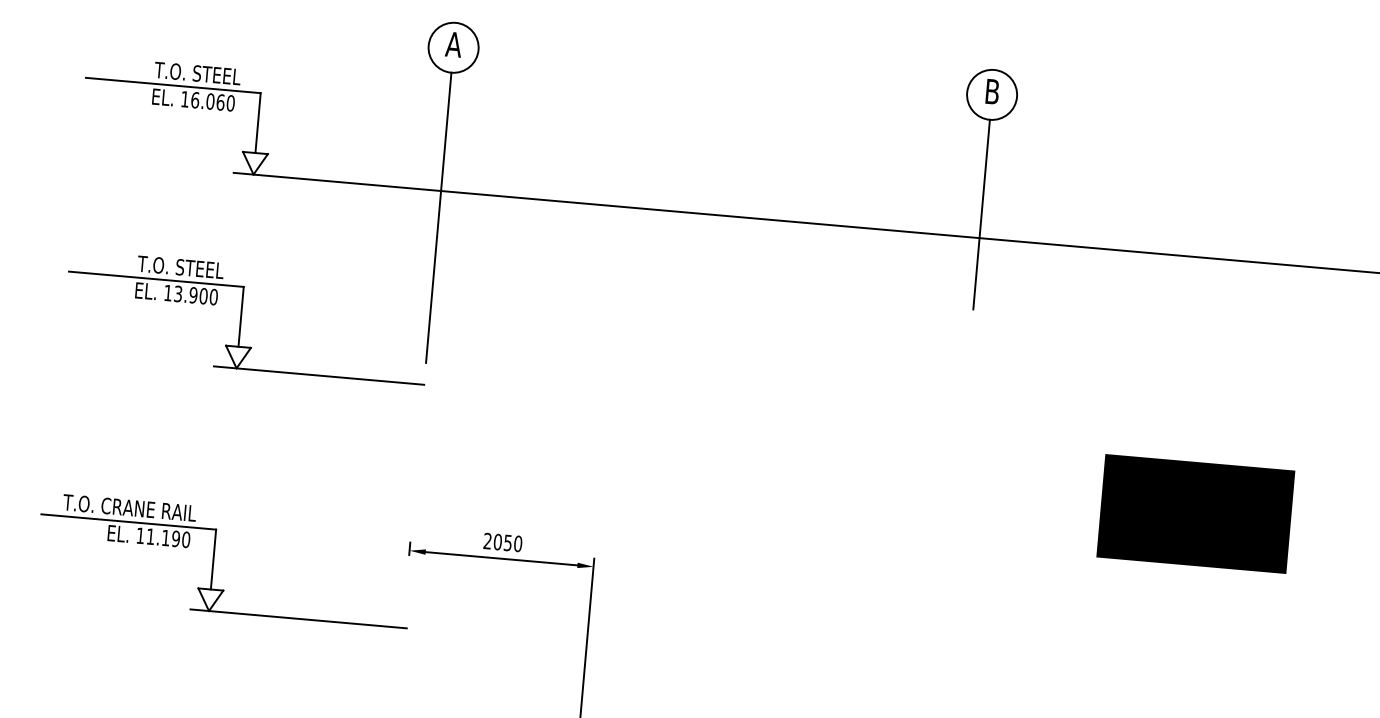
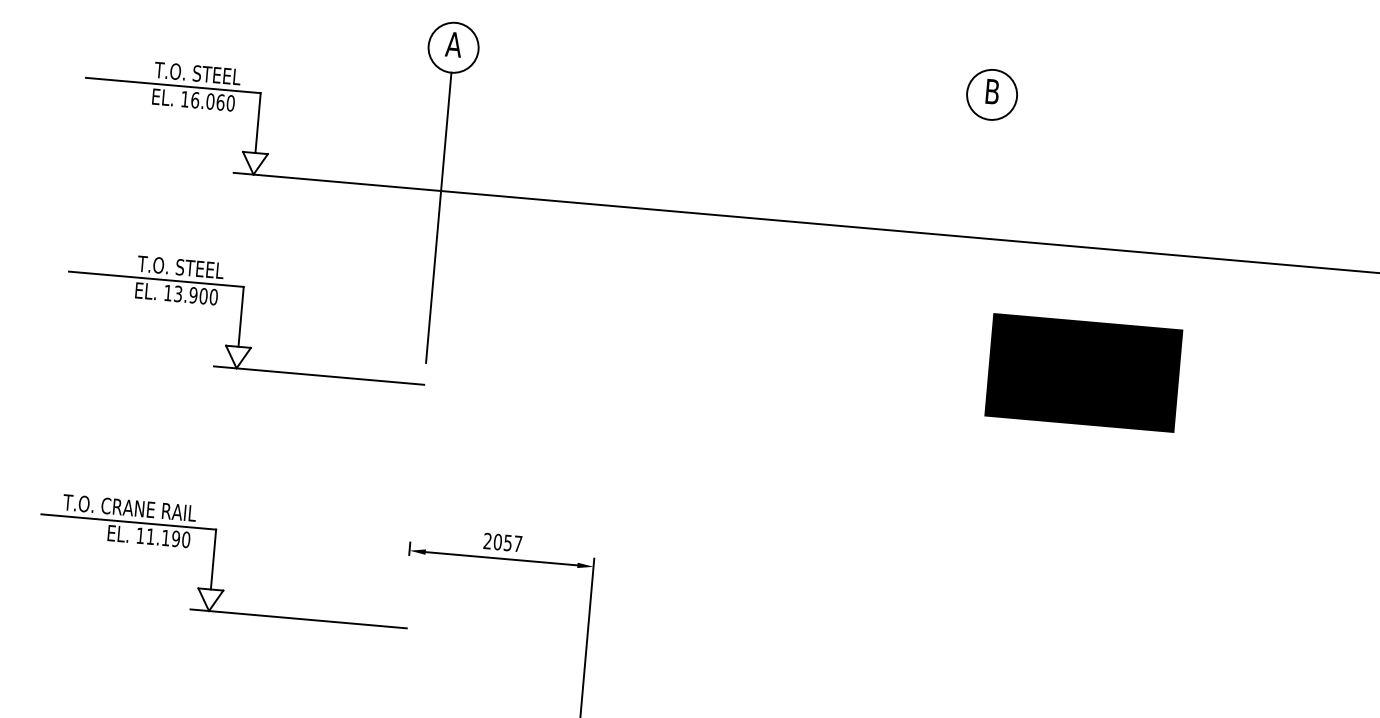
line at (981, 214): present -> none
text at (1195, 513) position: (1195, 513) -> (1083, 372)
text at (518, 543): 2050 -> 2057
